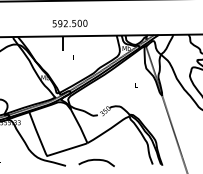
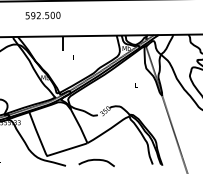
text at (69, 23) position: (69, 23) -> (42, 15)
